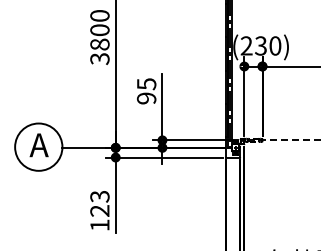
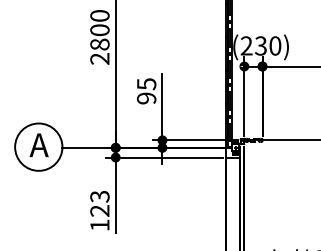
text at (99, 59): 3800 -> 2800
line at (282, 140): dashed -> solid
